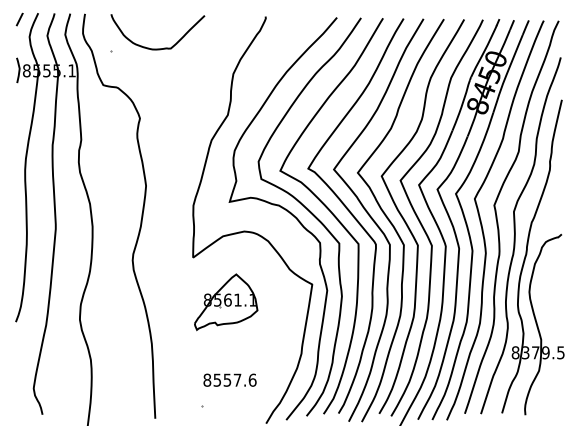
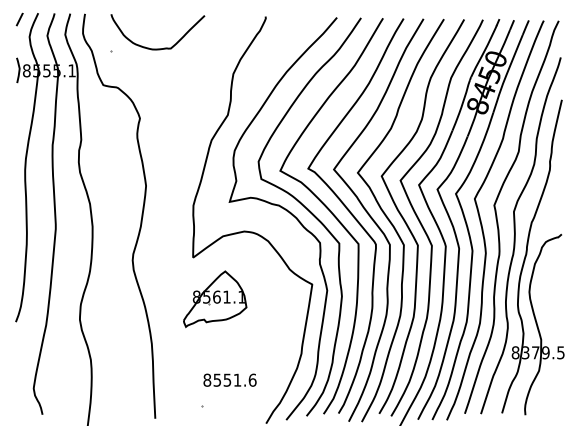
part at (226, 302) position: (226, 302) -> (215, 299)
text at (237, 379): 8557.6 -> 8551.6
